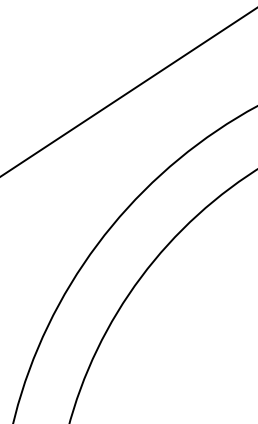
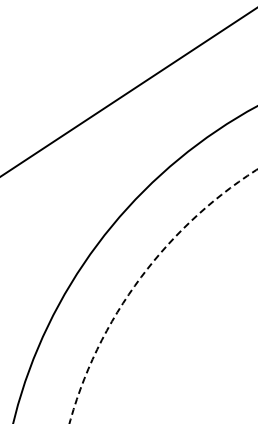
circle at (163, 296): solid -> dashed
